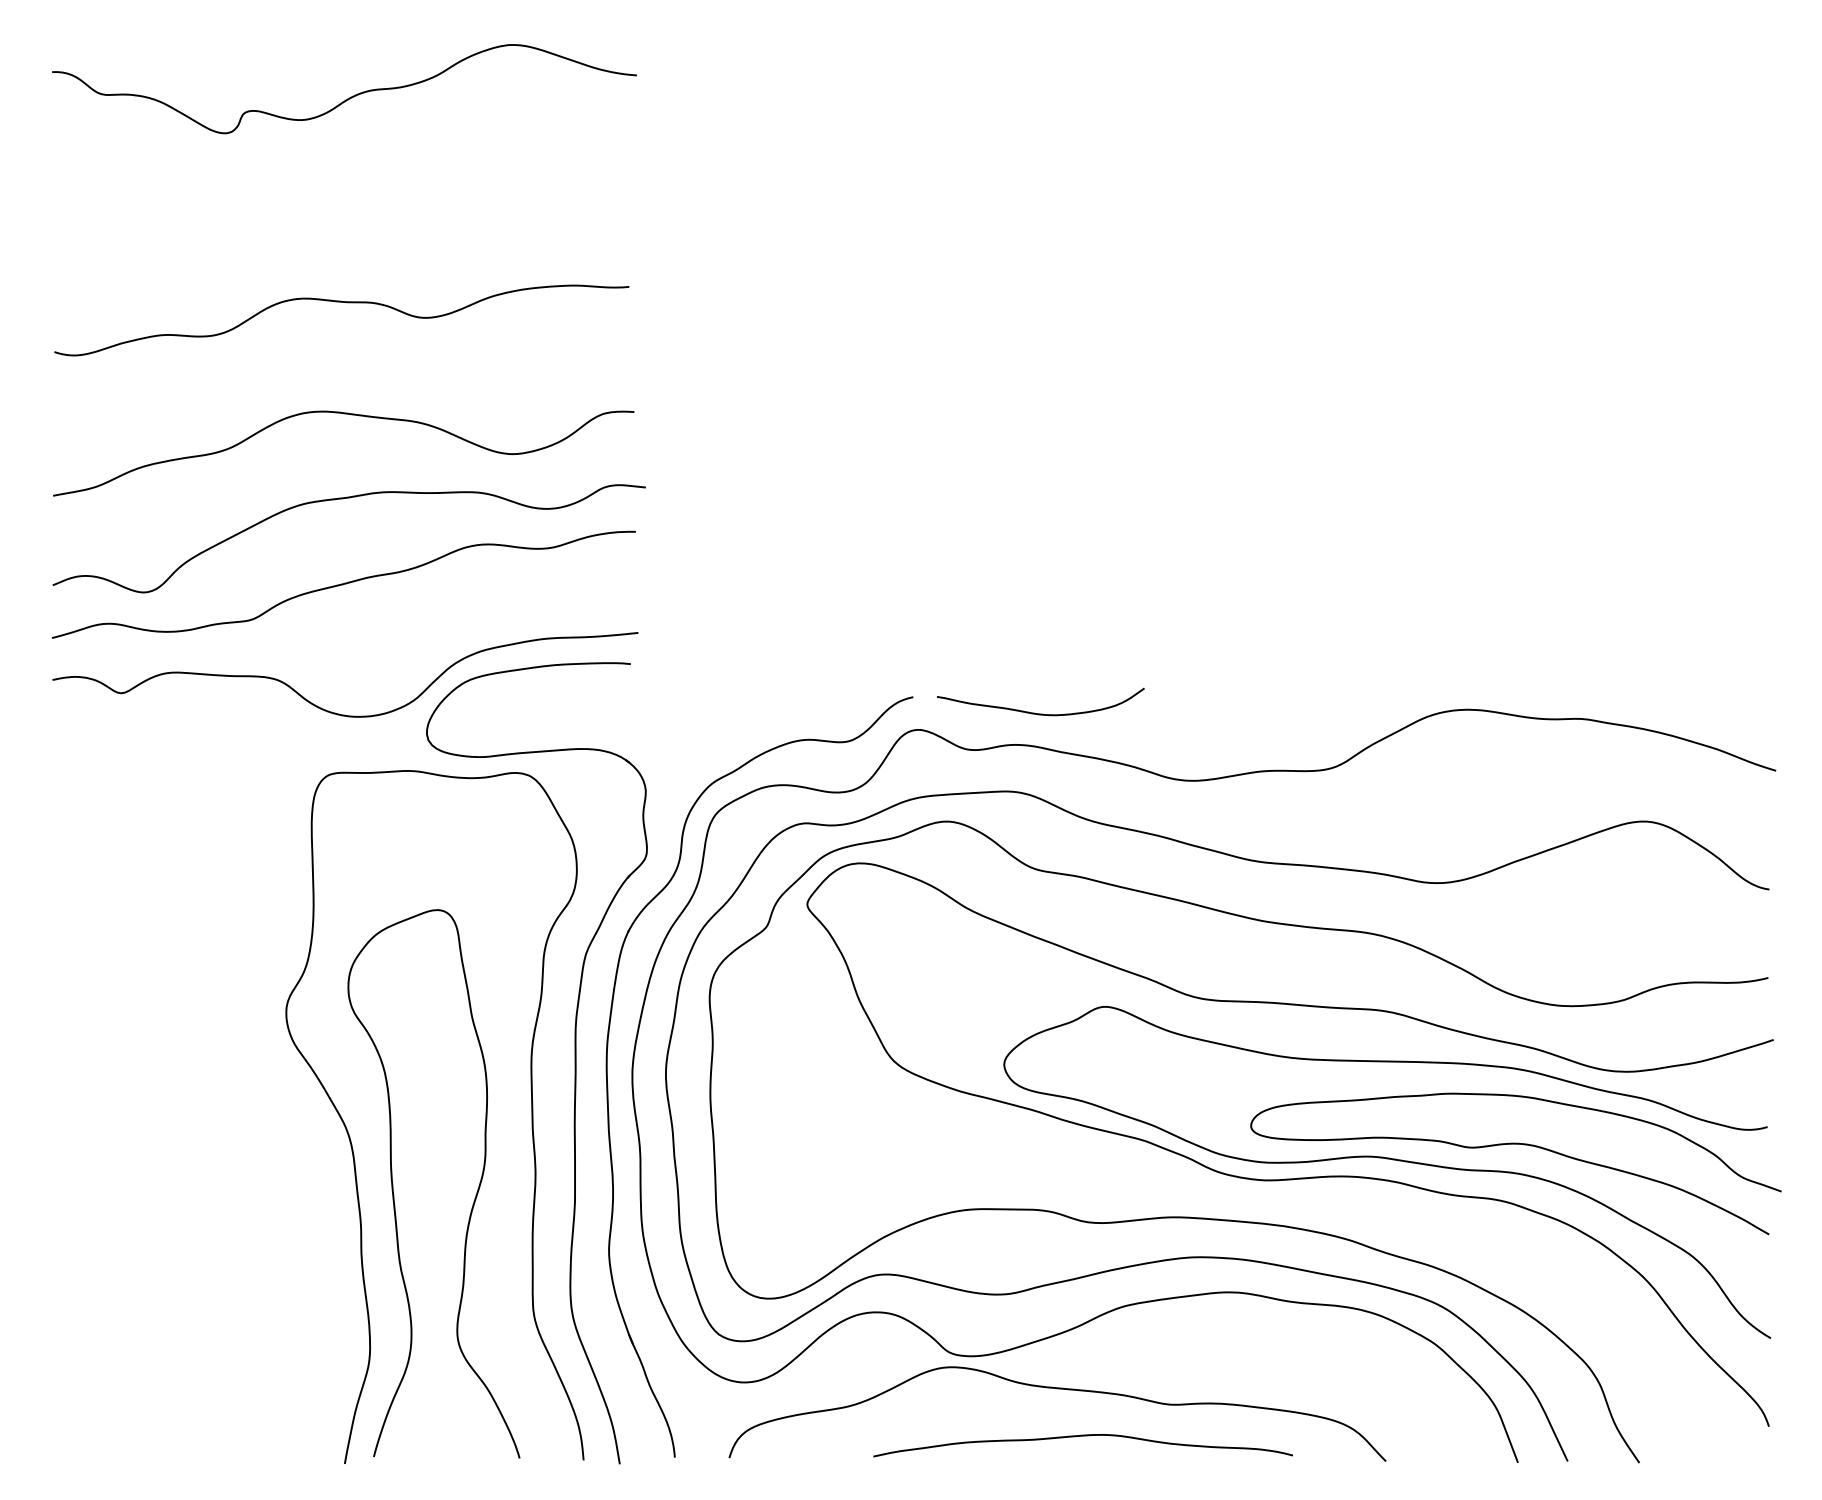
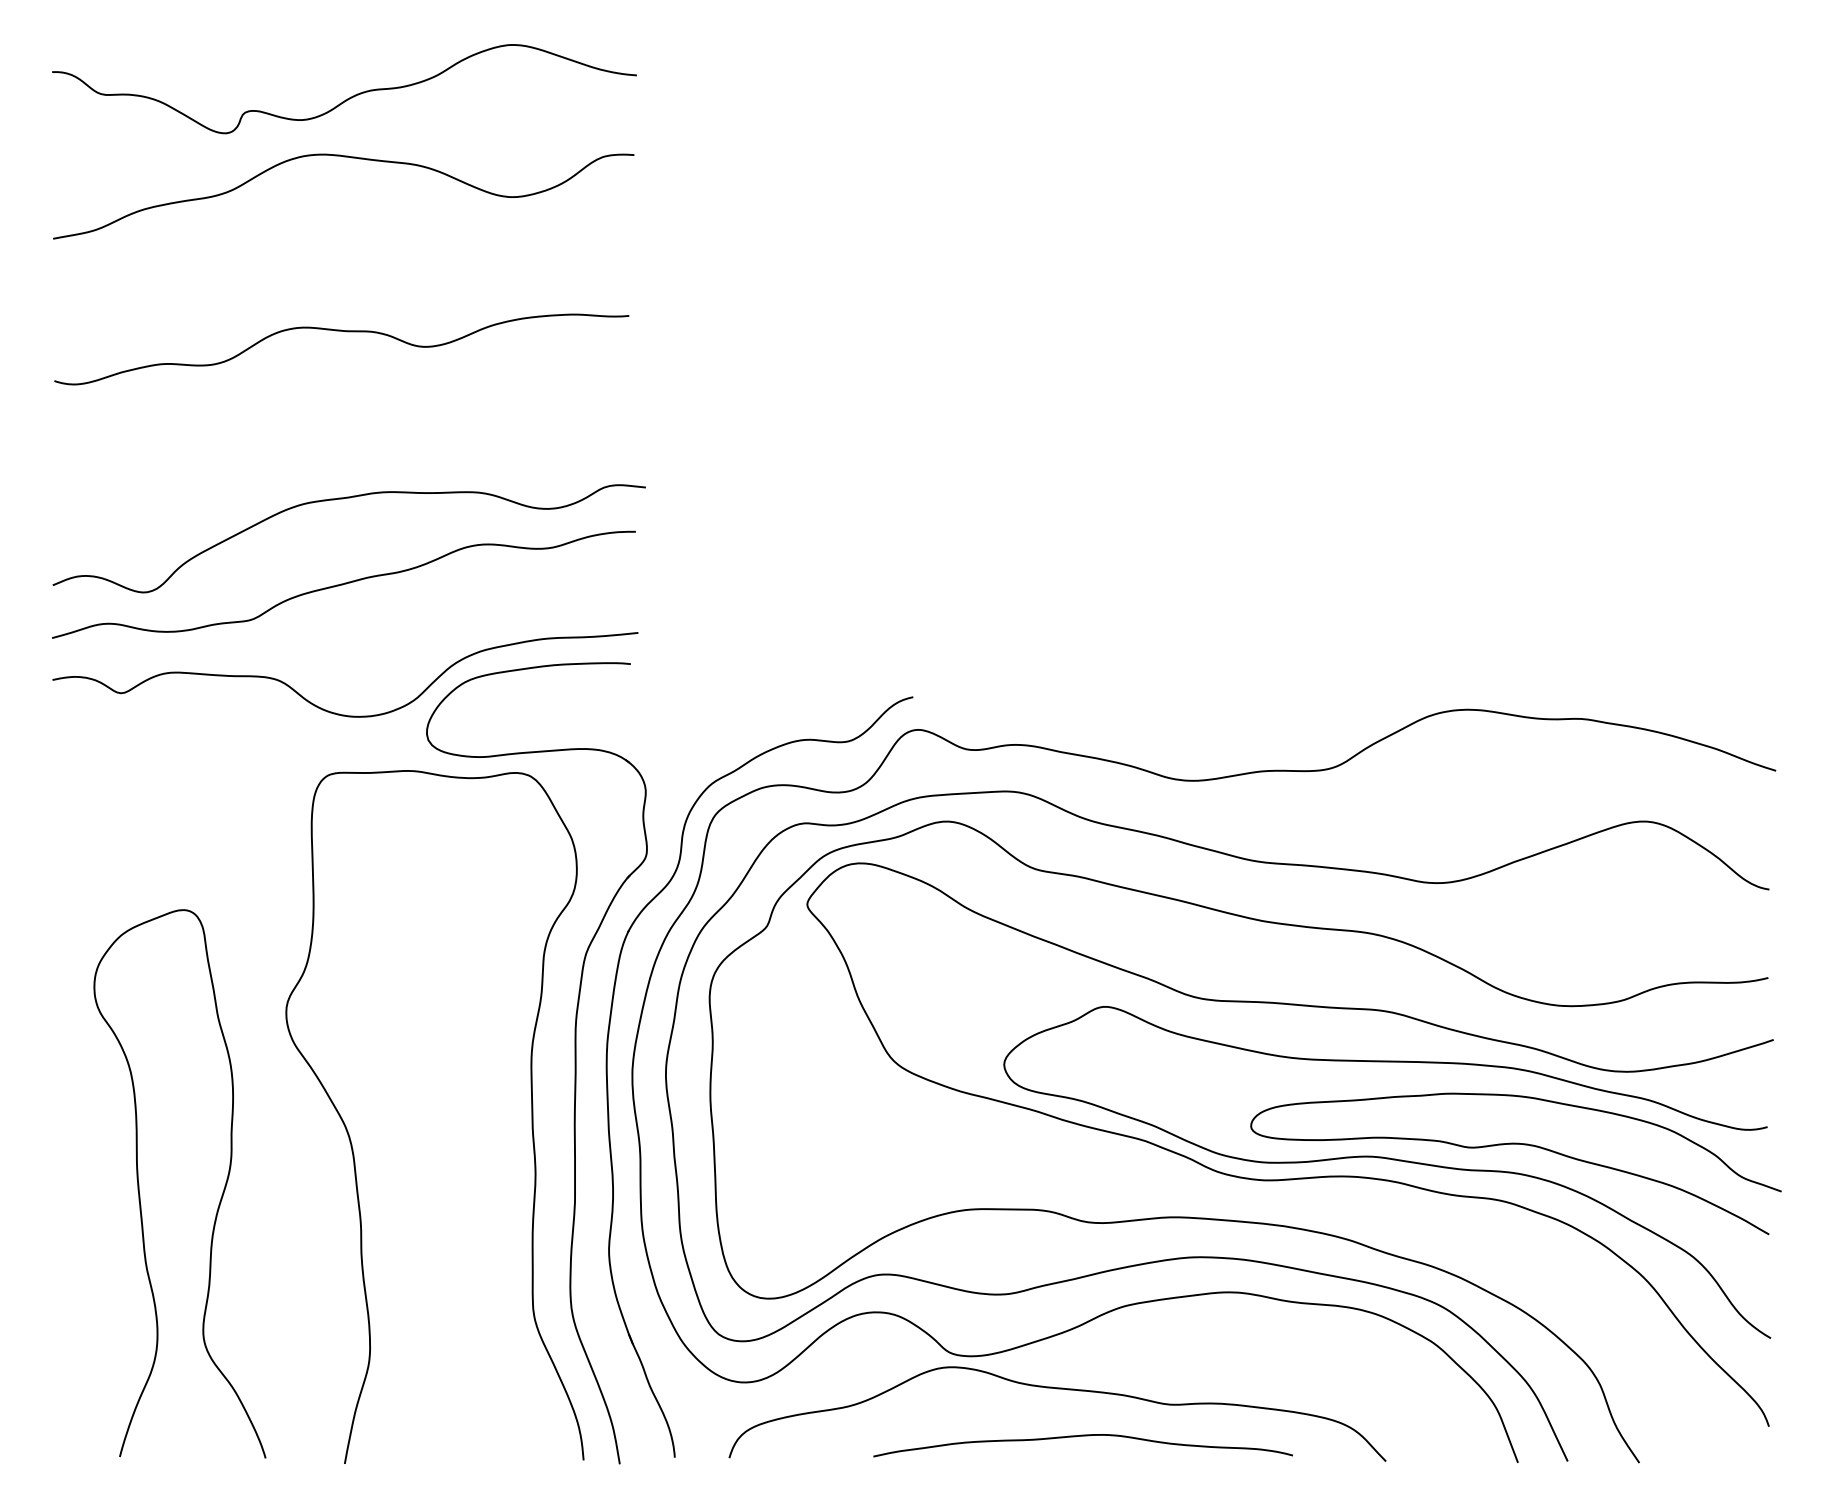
curve at (346, 303) position: (346, 303) -> (346, 332)
curve at (351, 415) position: (351, 415) -> (351, 158)
curve at (1040, 713): present -> none
curve at (393, 1183) position: (393, 1183) -> (139, 1183)
